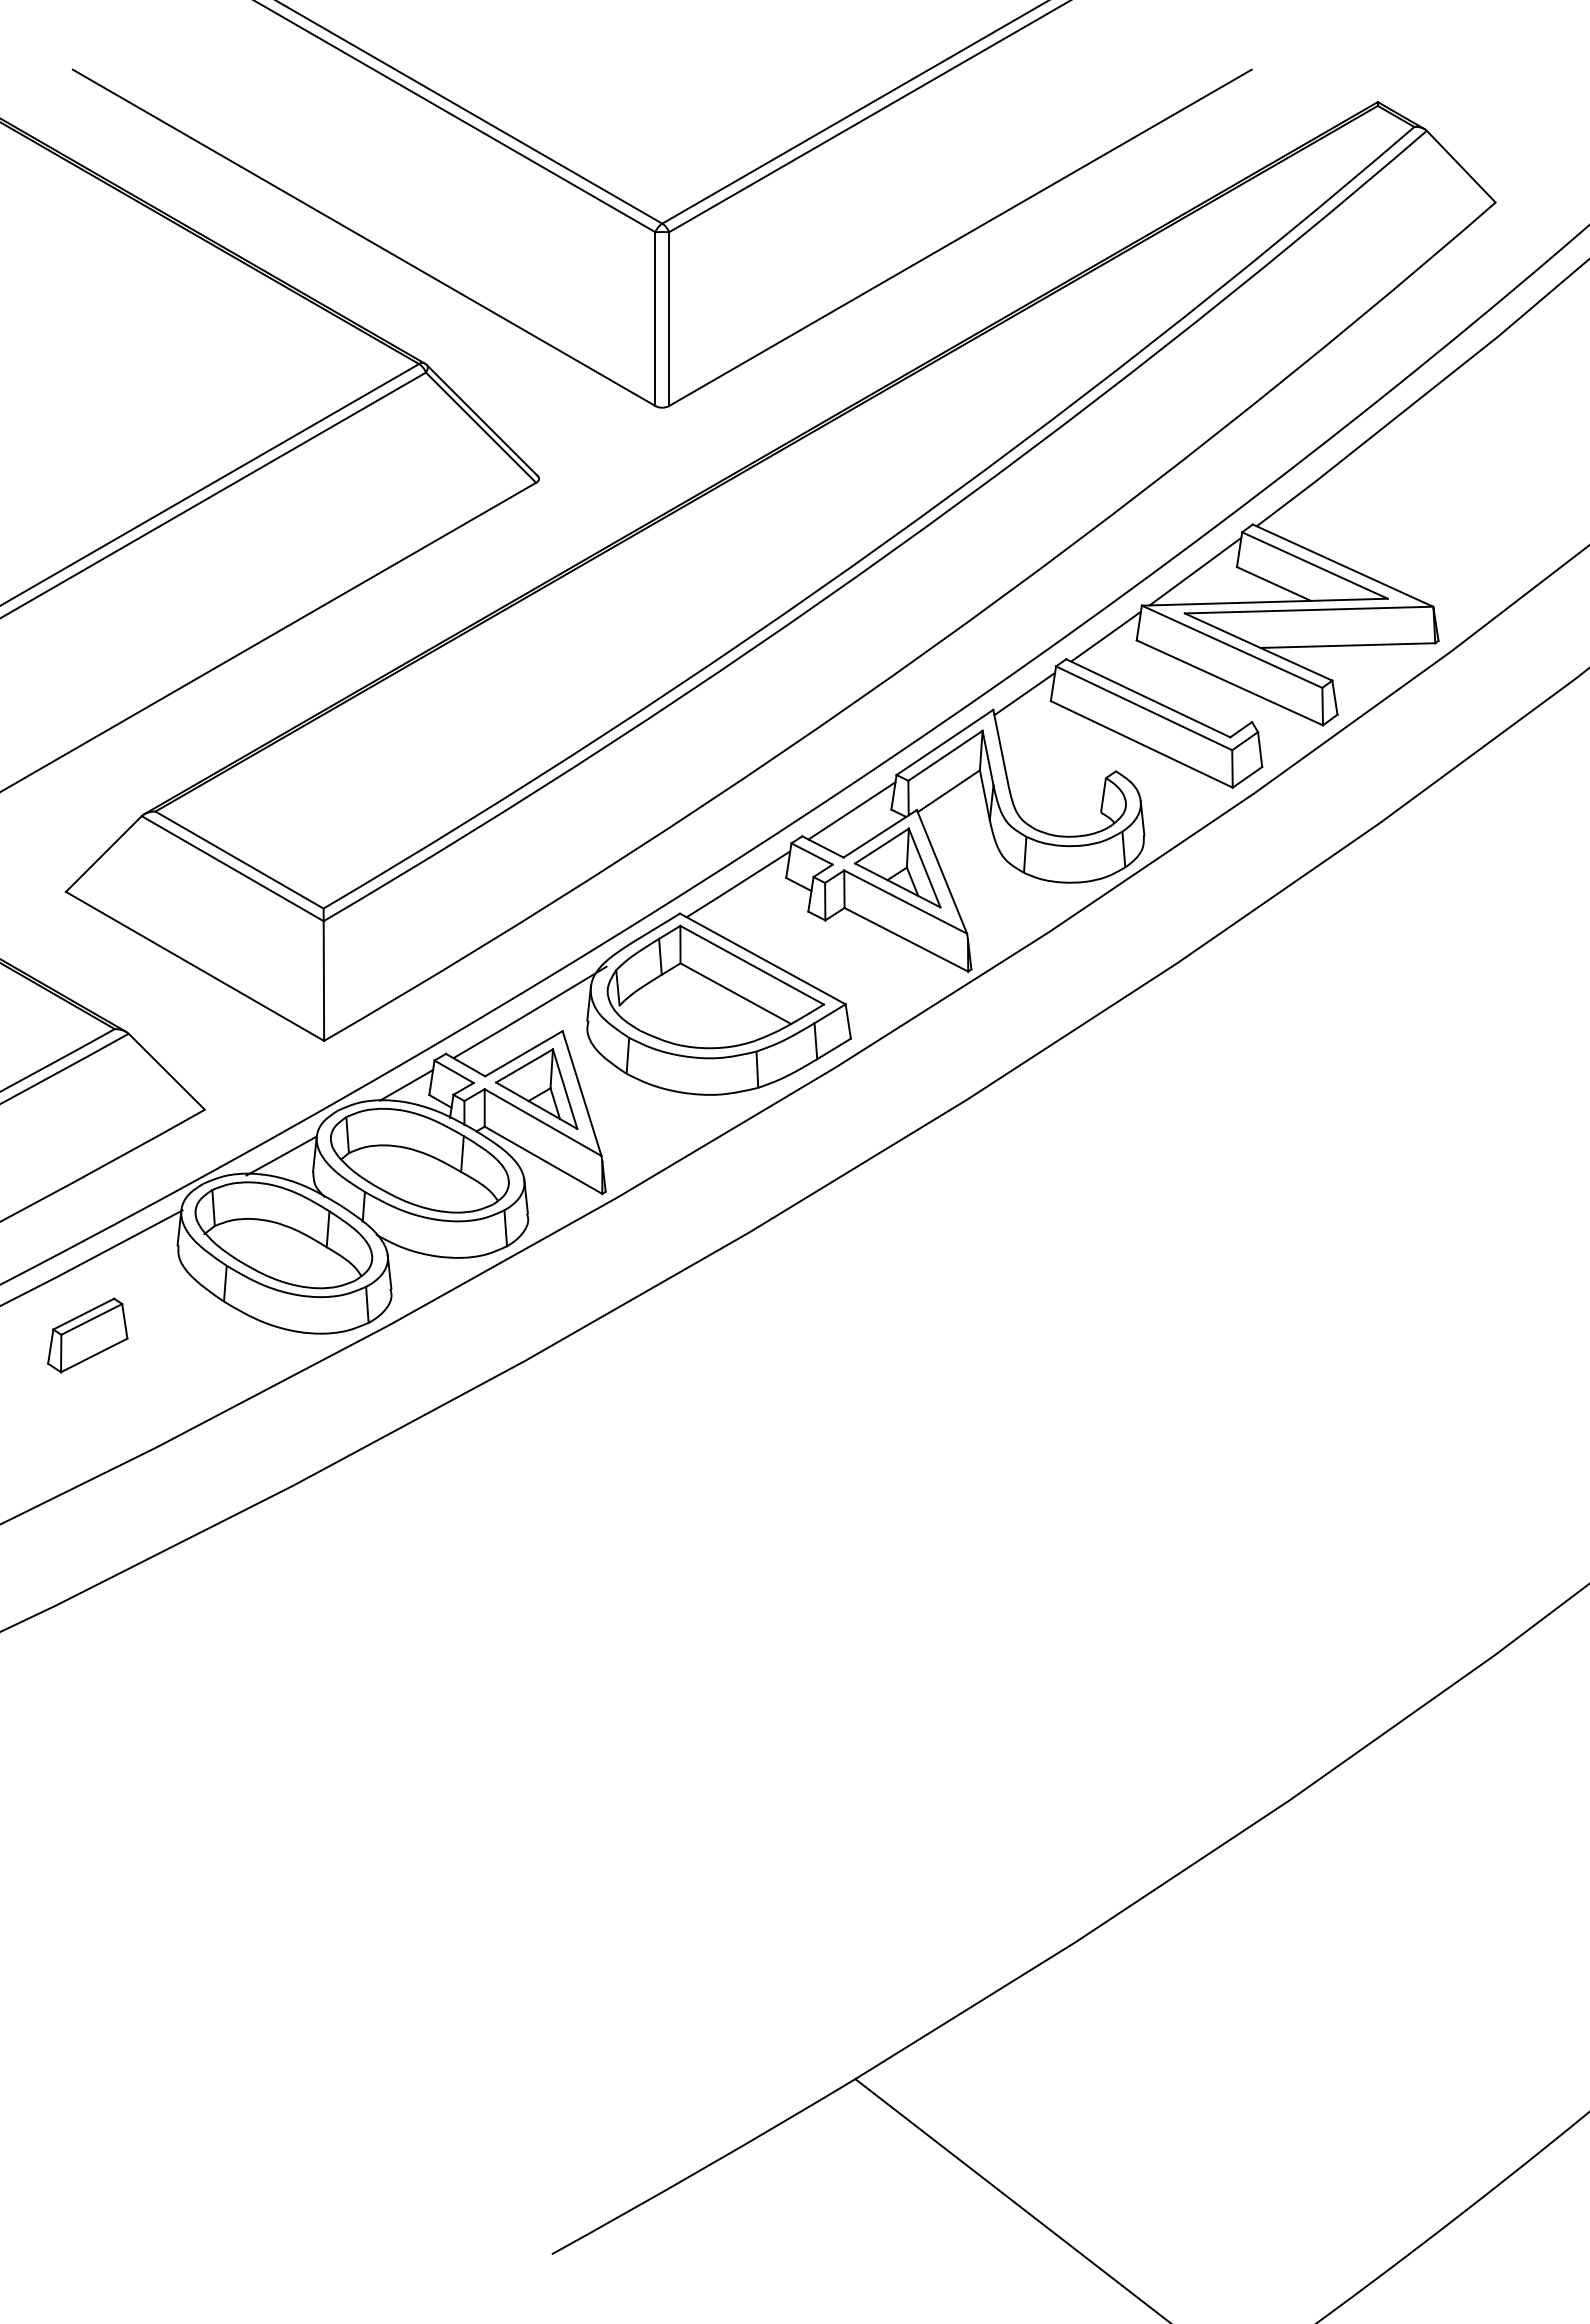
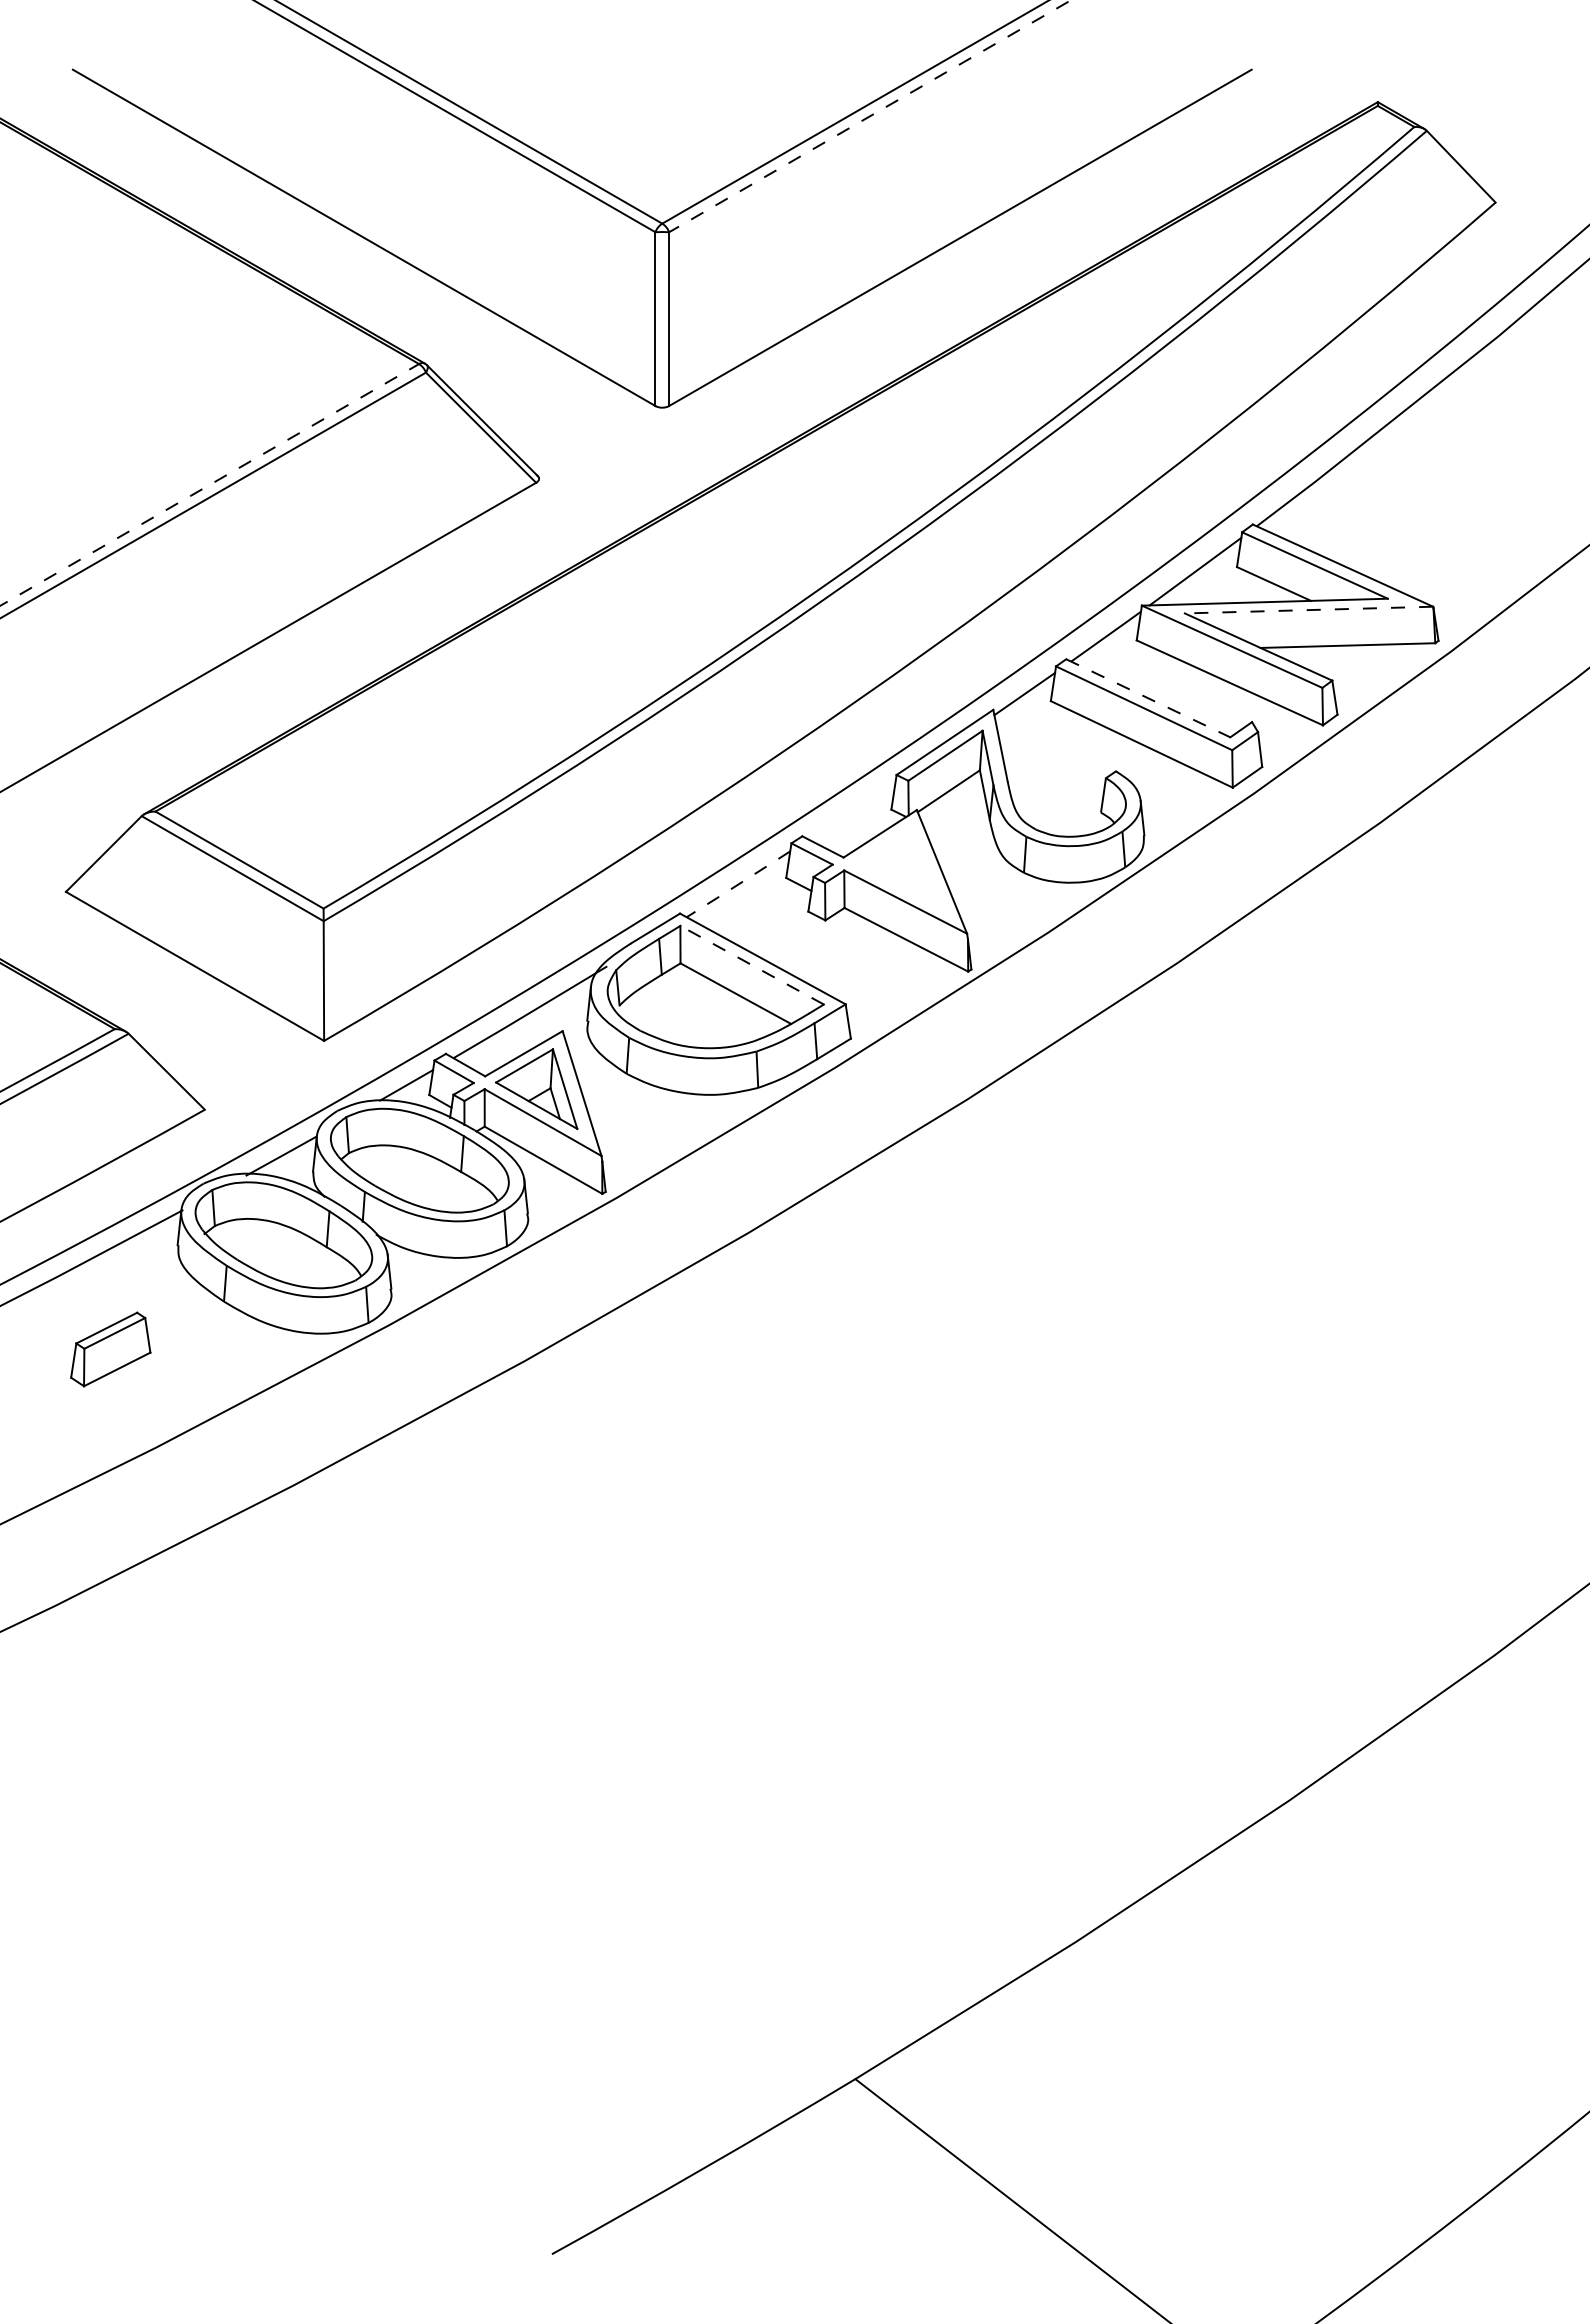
line at (869, 116): solid -> dashed
line at (209, 484): solid -> dashed
line at (1308, 610): solid -> dashed
line at (1148, 698): solid -> dashed
line at (851, 810): present -> none
part at (897, 867): present -> none
line at (737, 884): solid -> dashed
line at (752, 965): solid -> dashed
part at (87, 1335) position: (87, 1335) -> (110, 1349)
